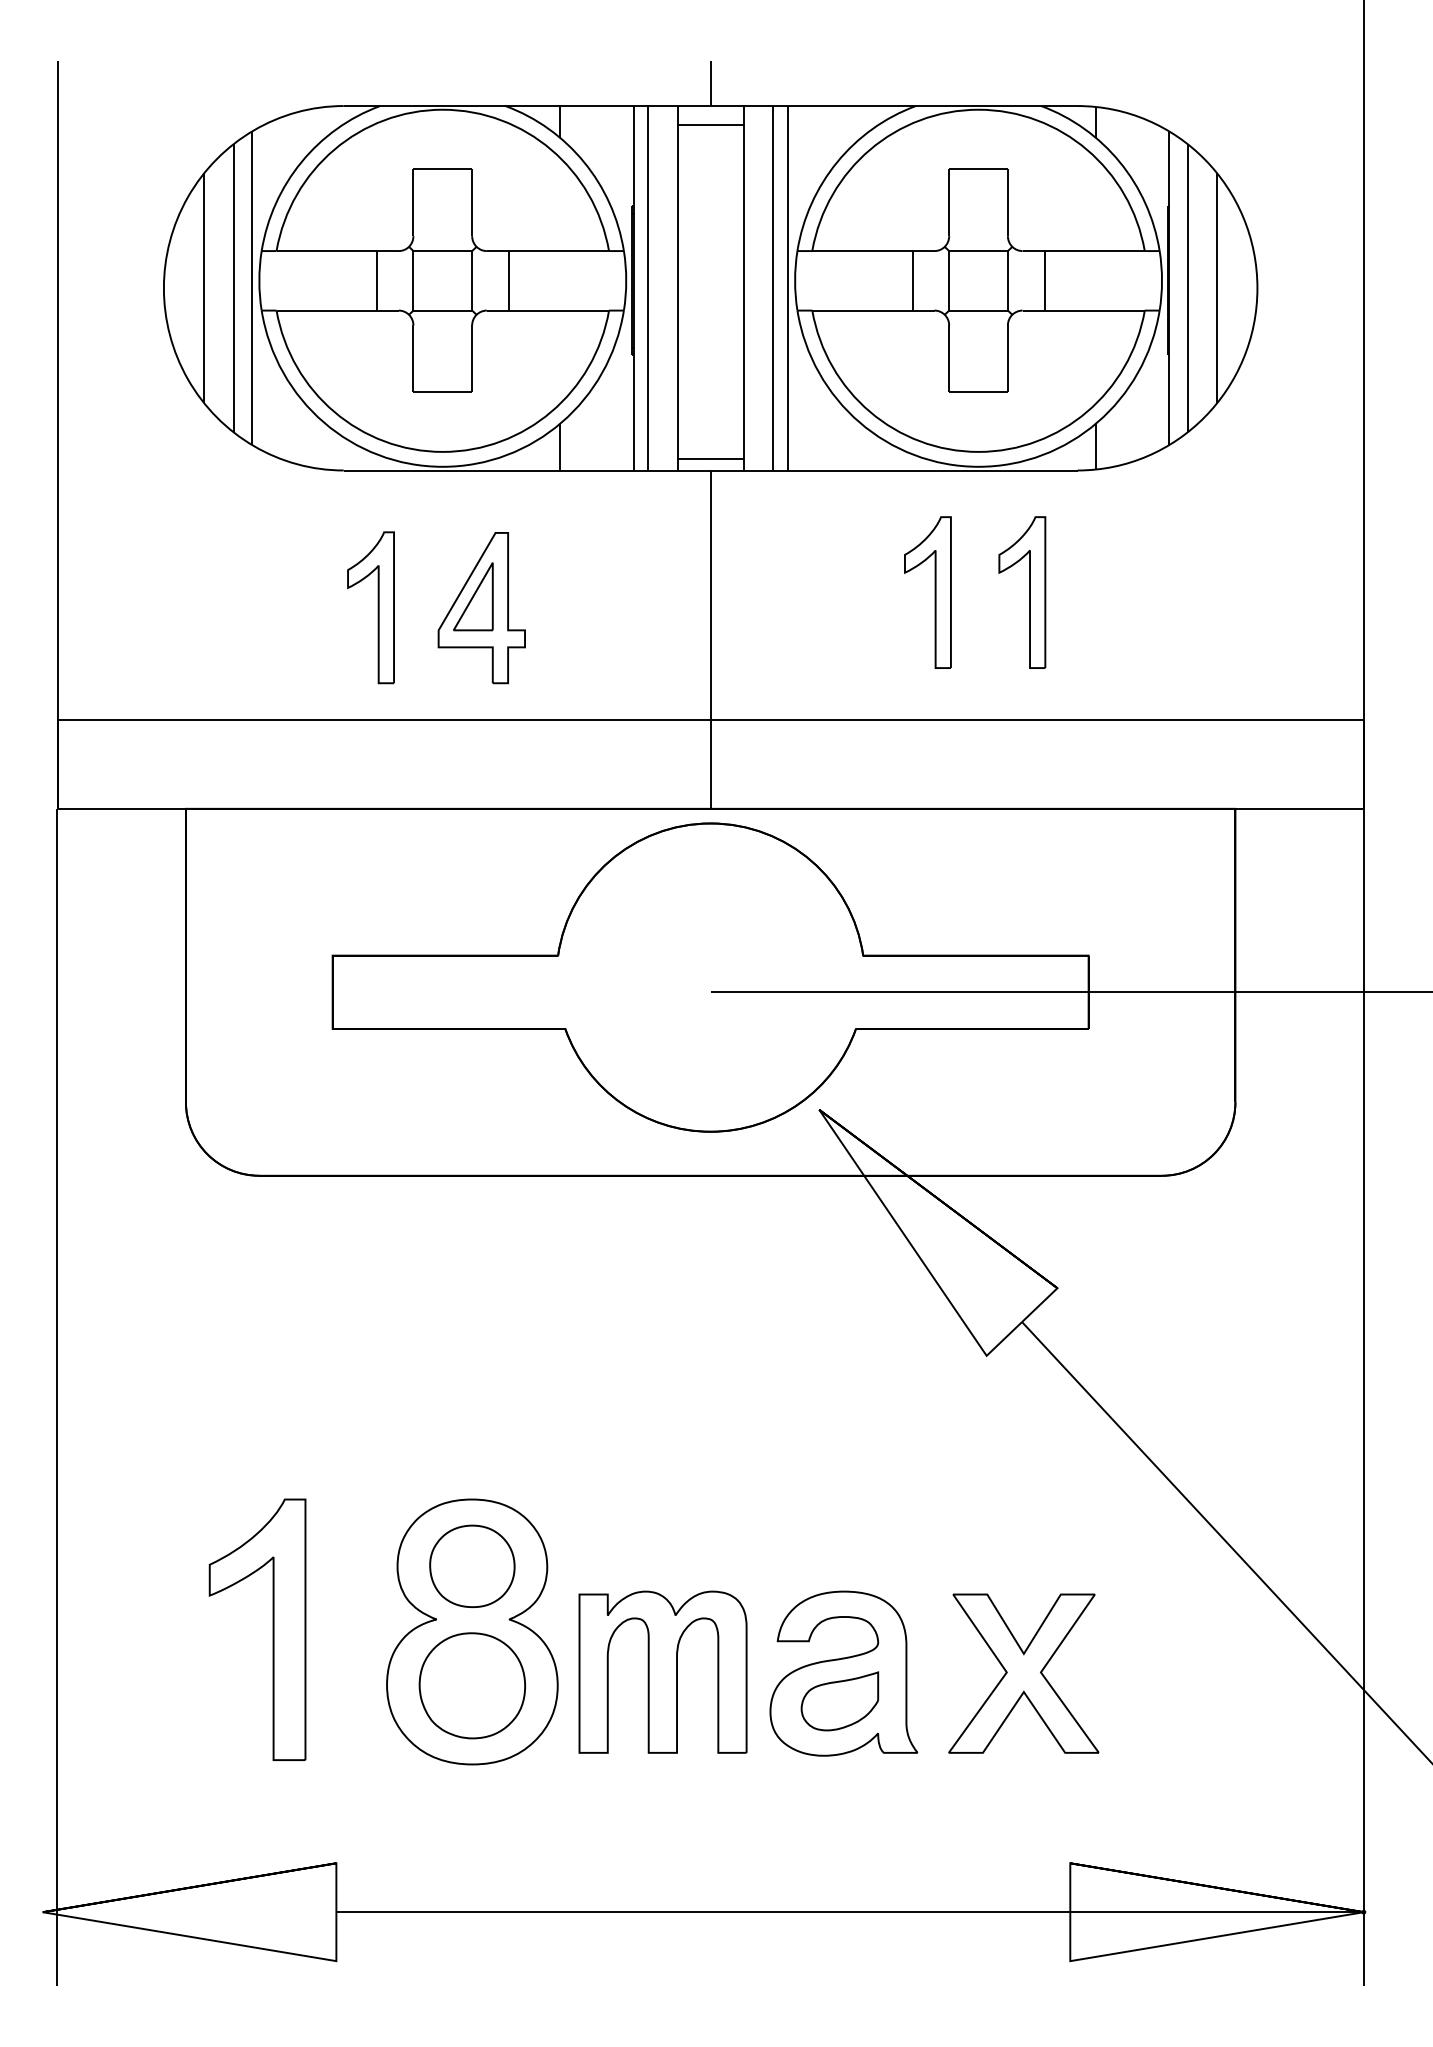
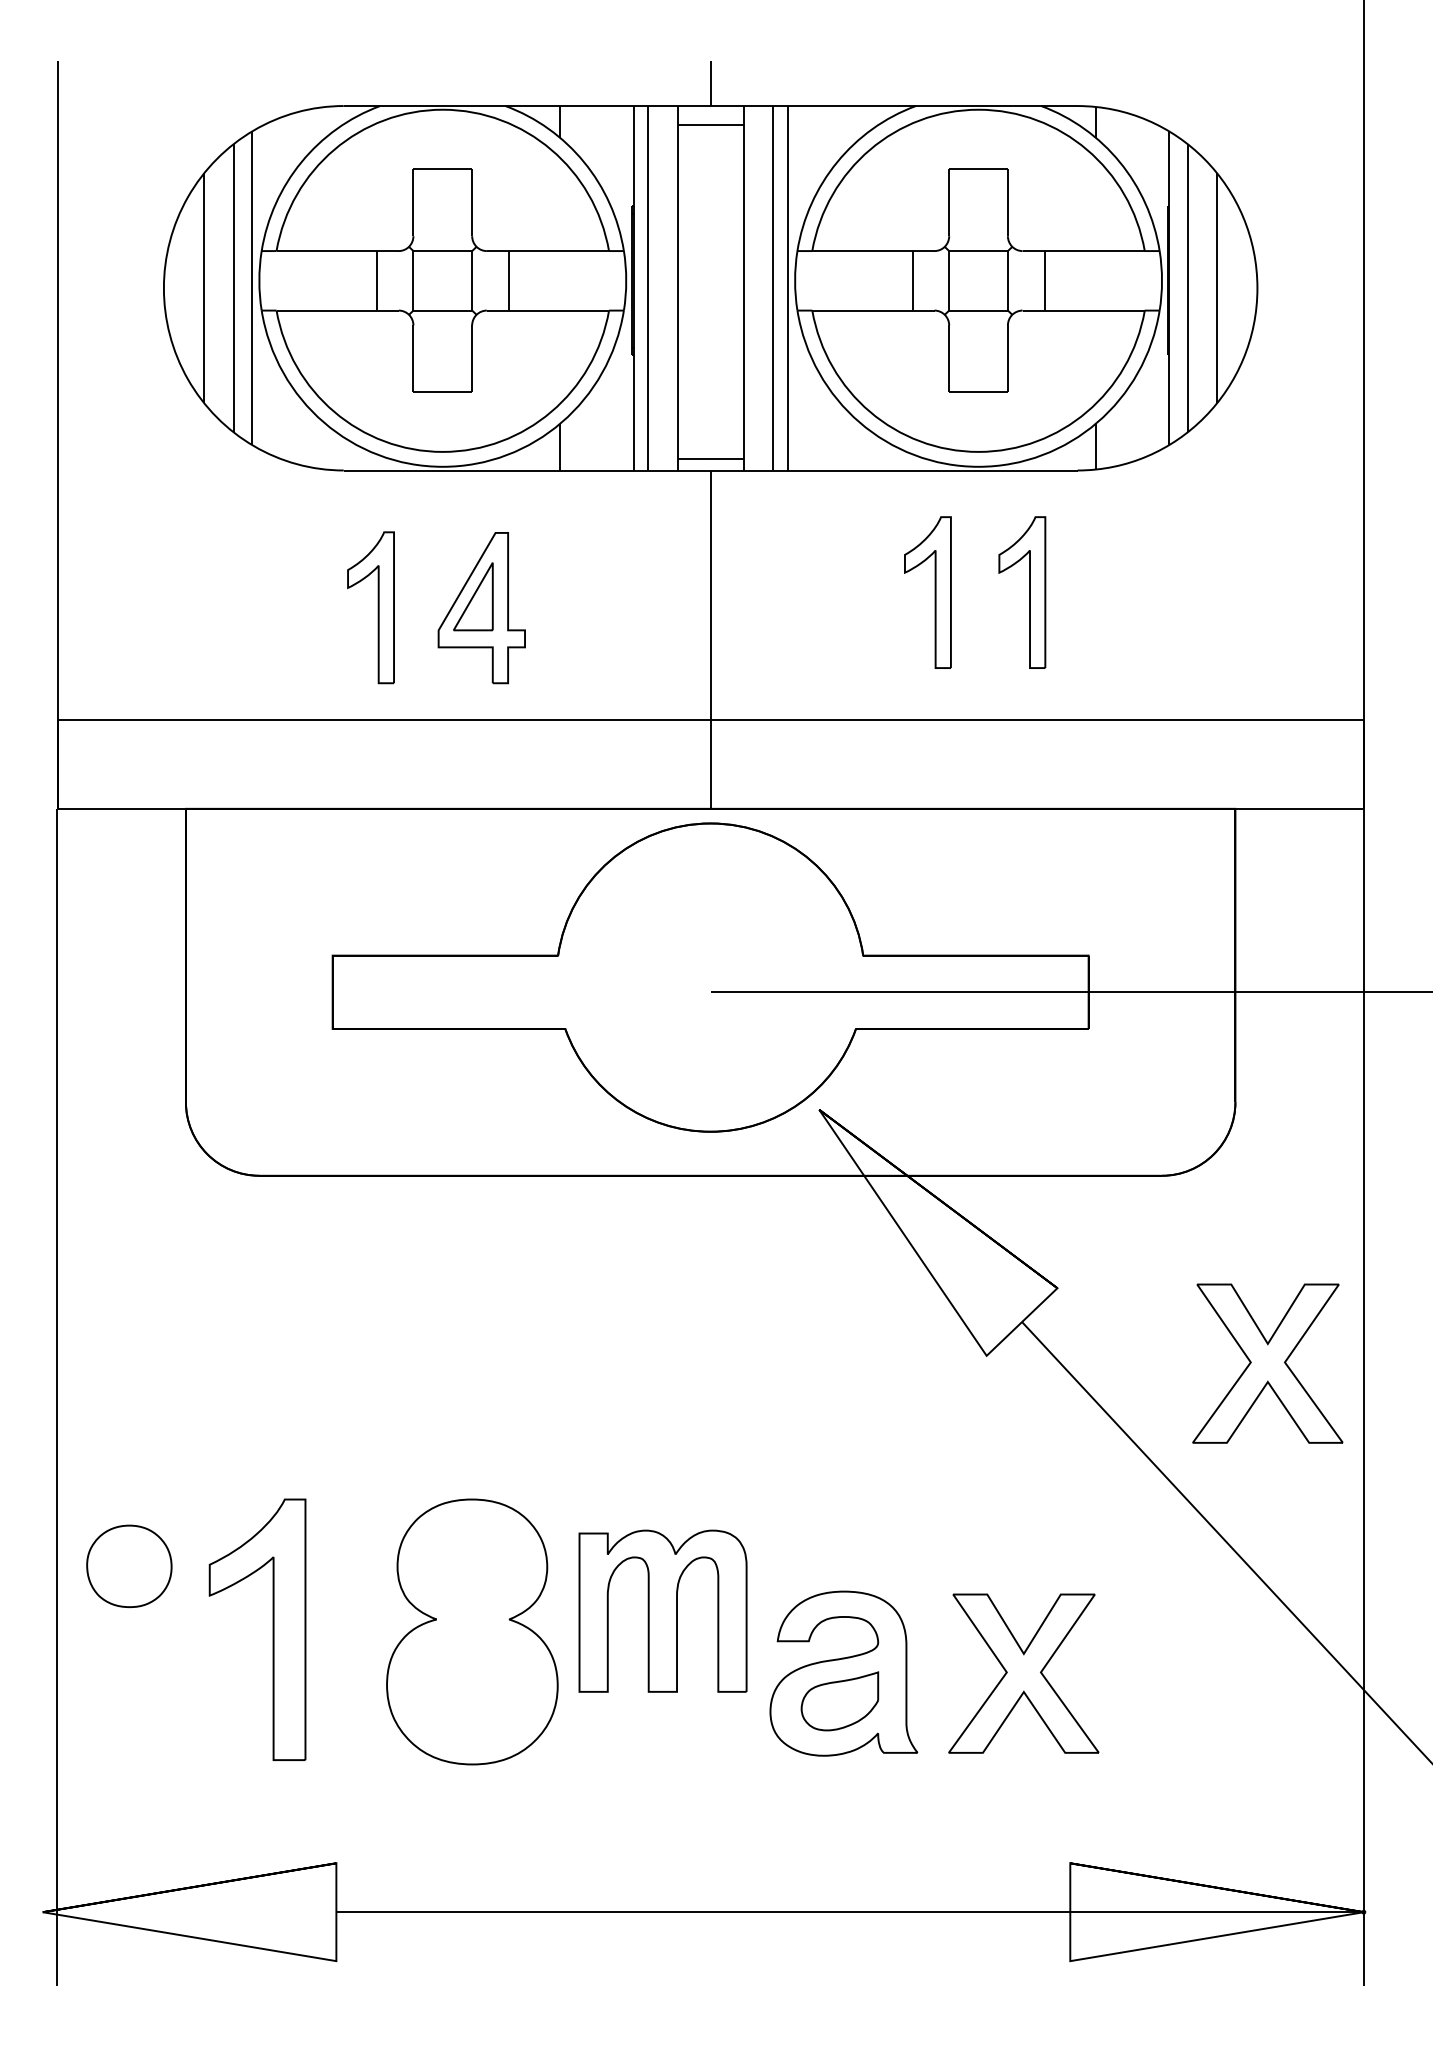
part at (1267, 1363): none -> present
part at (472, 1565) position: (472, 1565) -> (129, 1565)
part at (662, 1671) position: (662, 1671) -> (662, 1610)
part at (471, 1685): present -> none
